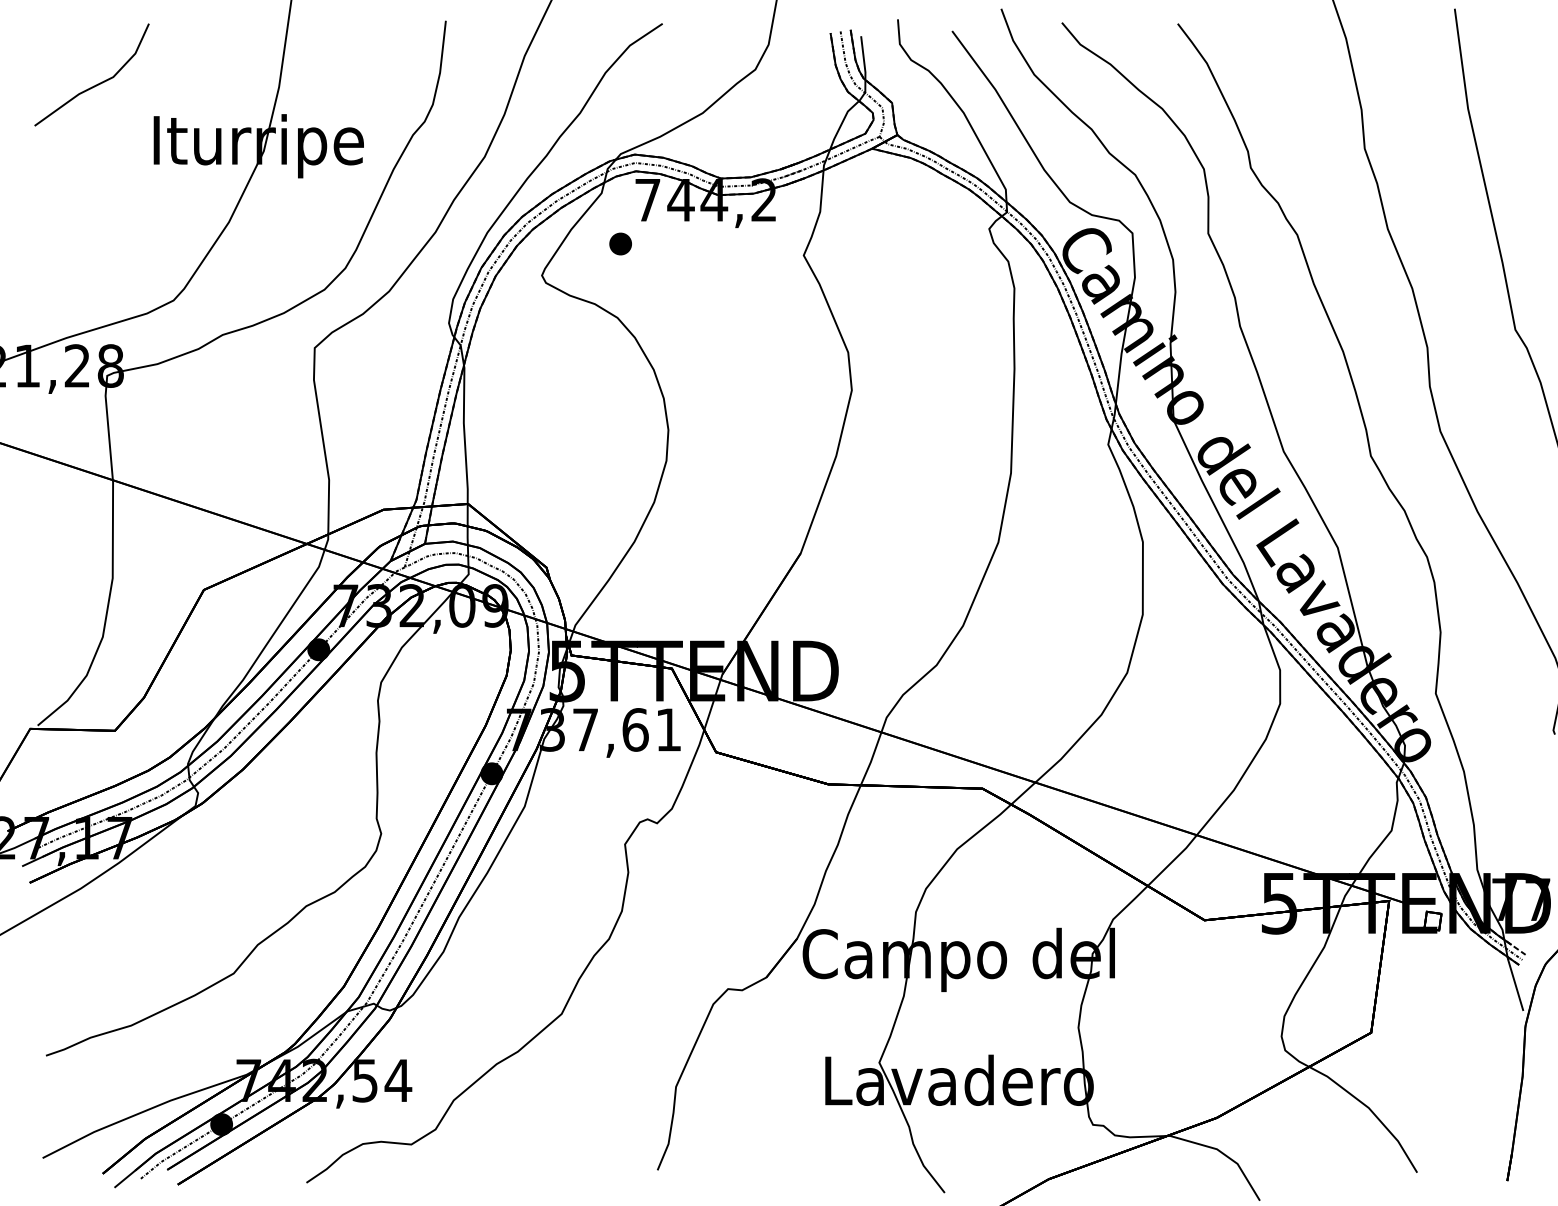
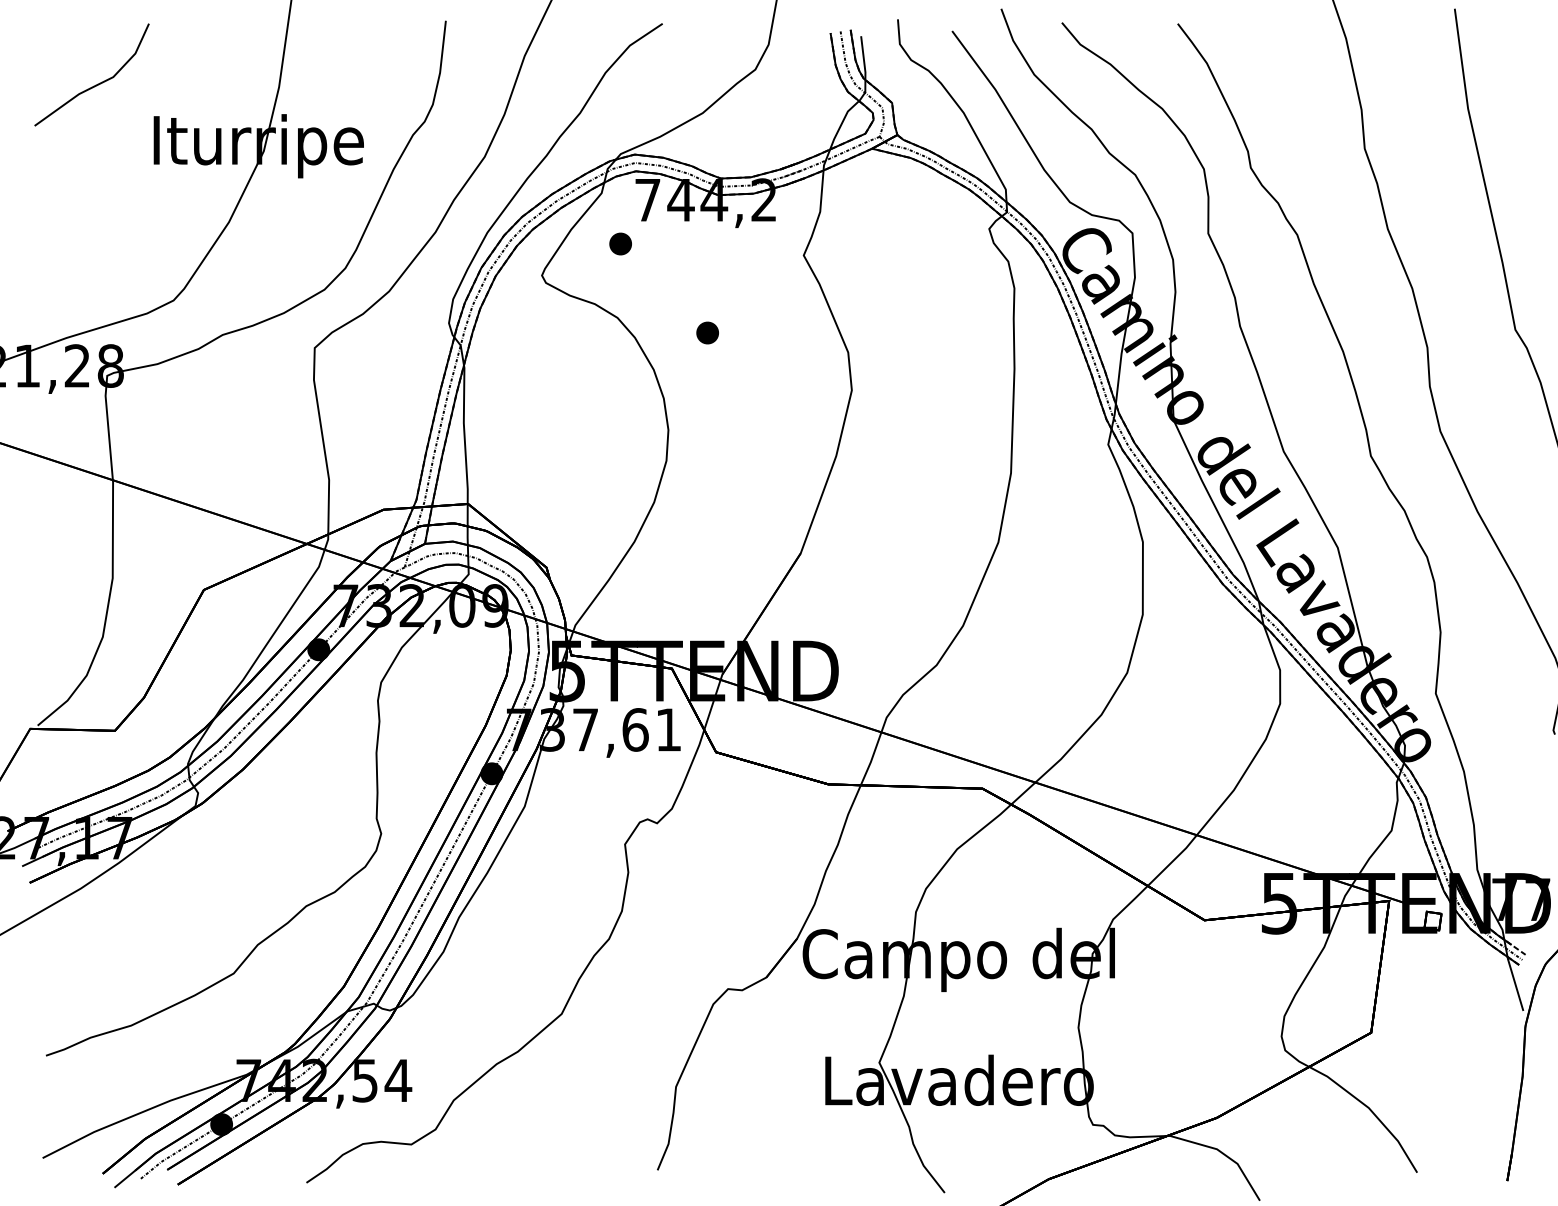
part at (707, 332): none -> present
